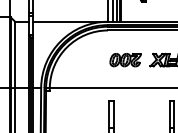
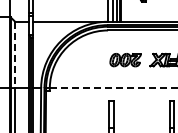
line at (15, 55): solid -> dashed
line at (113, 88): solid -> dashed
